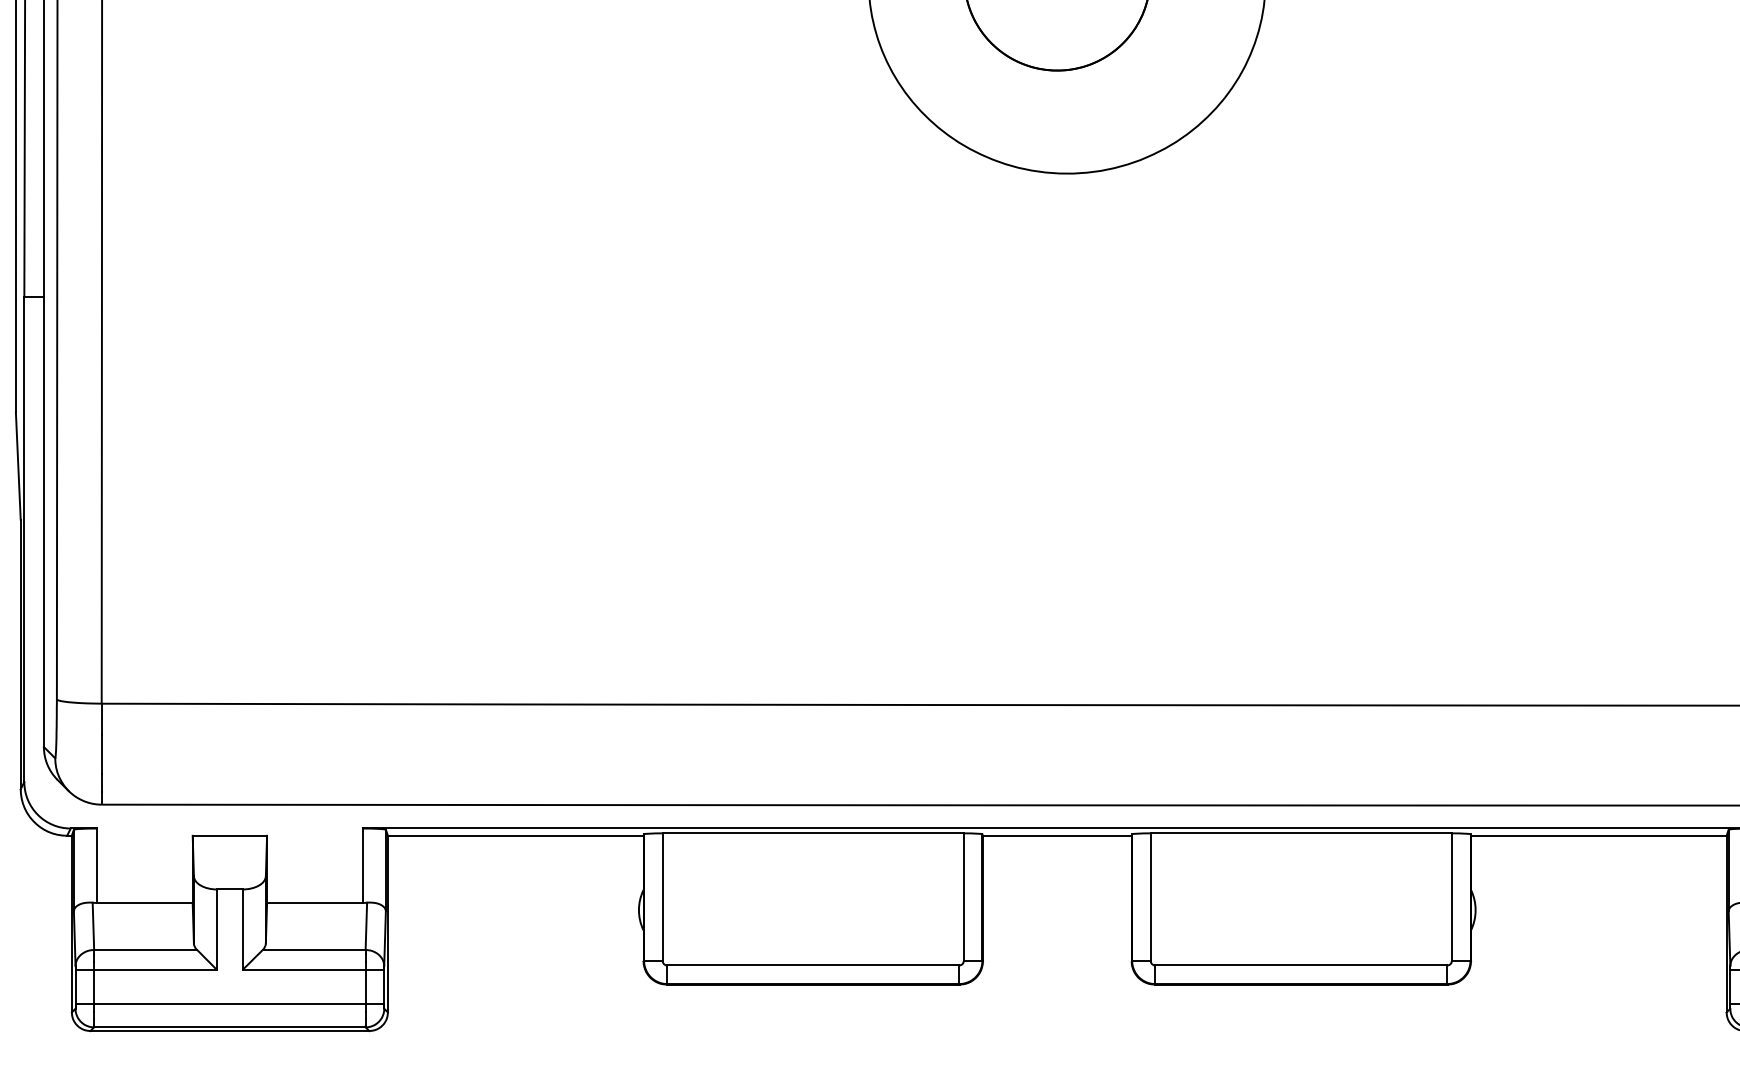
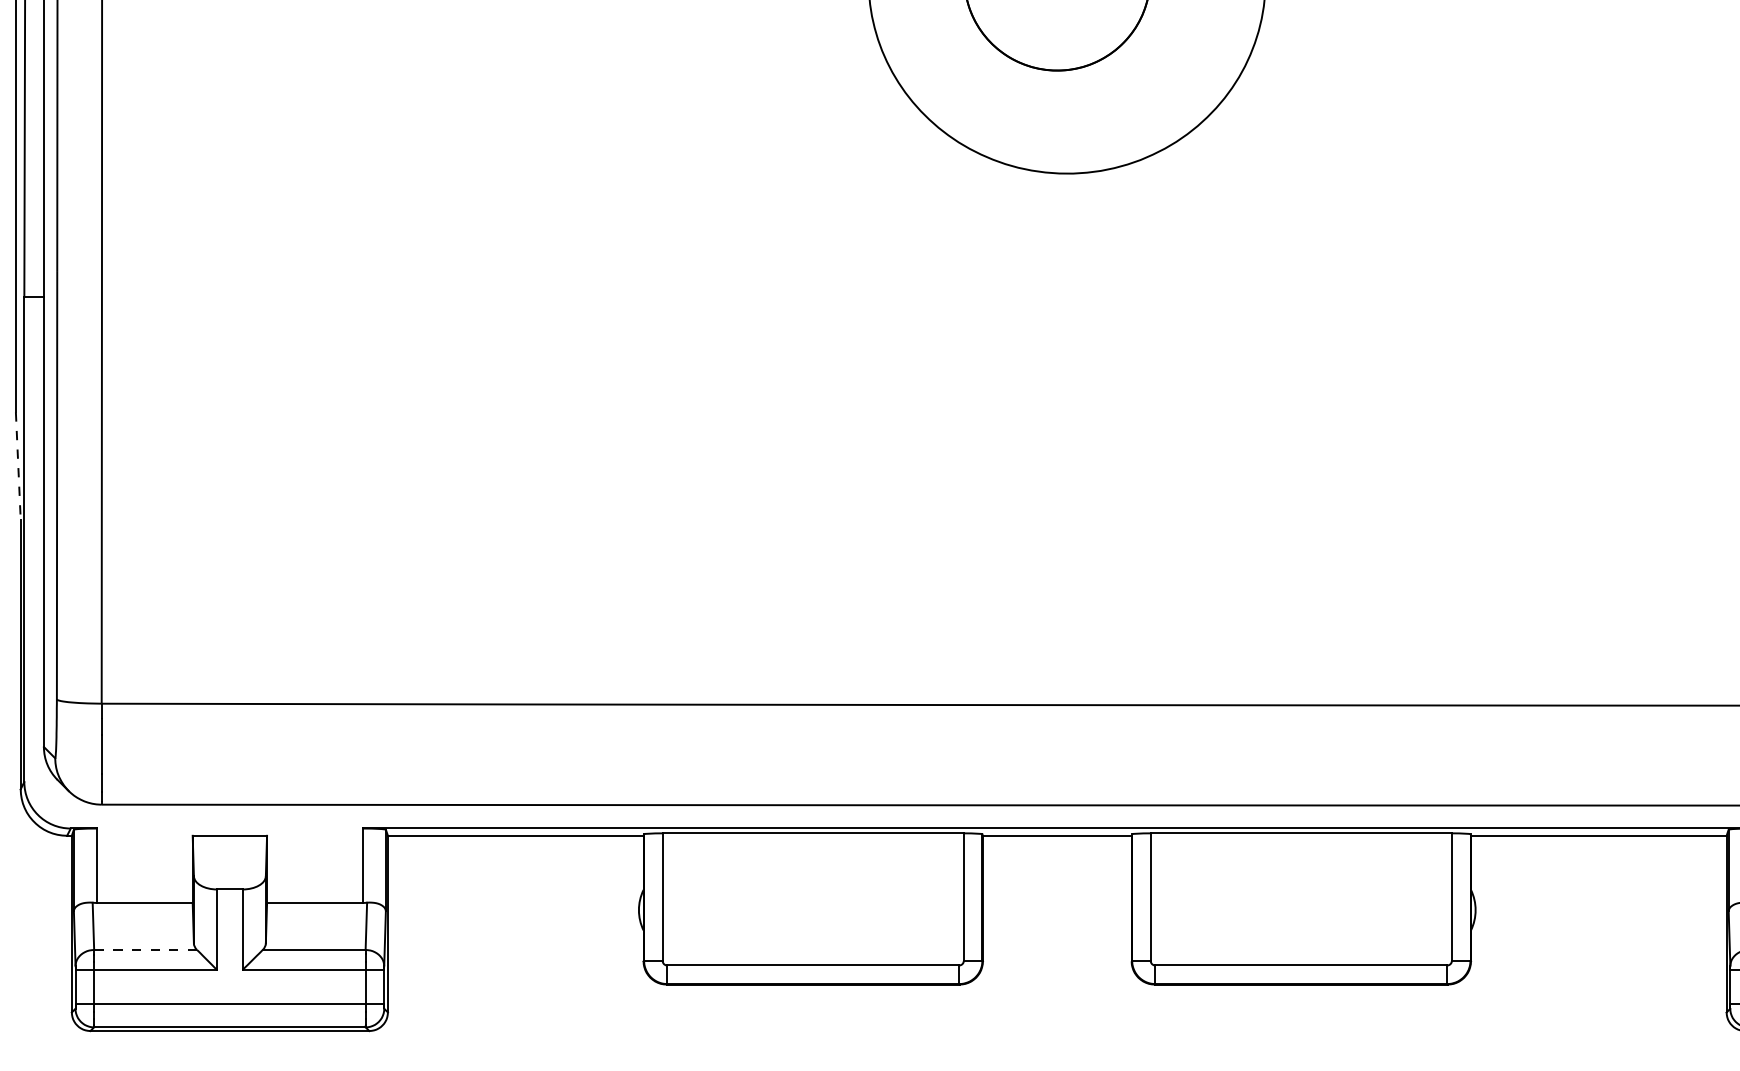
line at (18, 466): solid -> dashed
line at (145, 949): solid -> dashed
